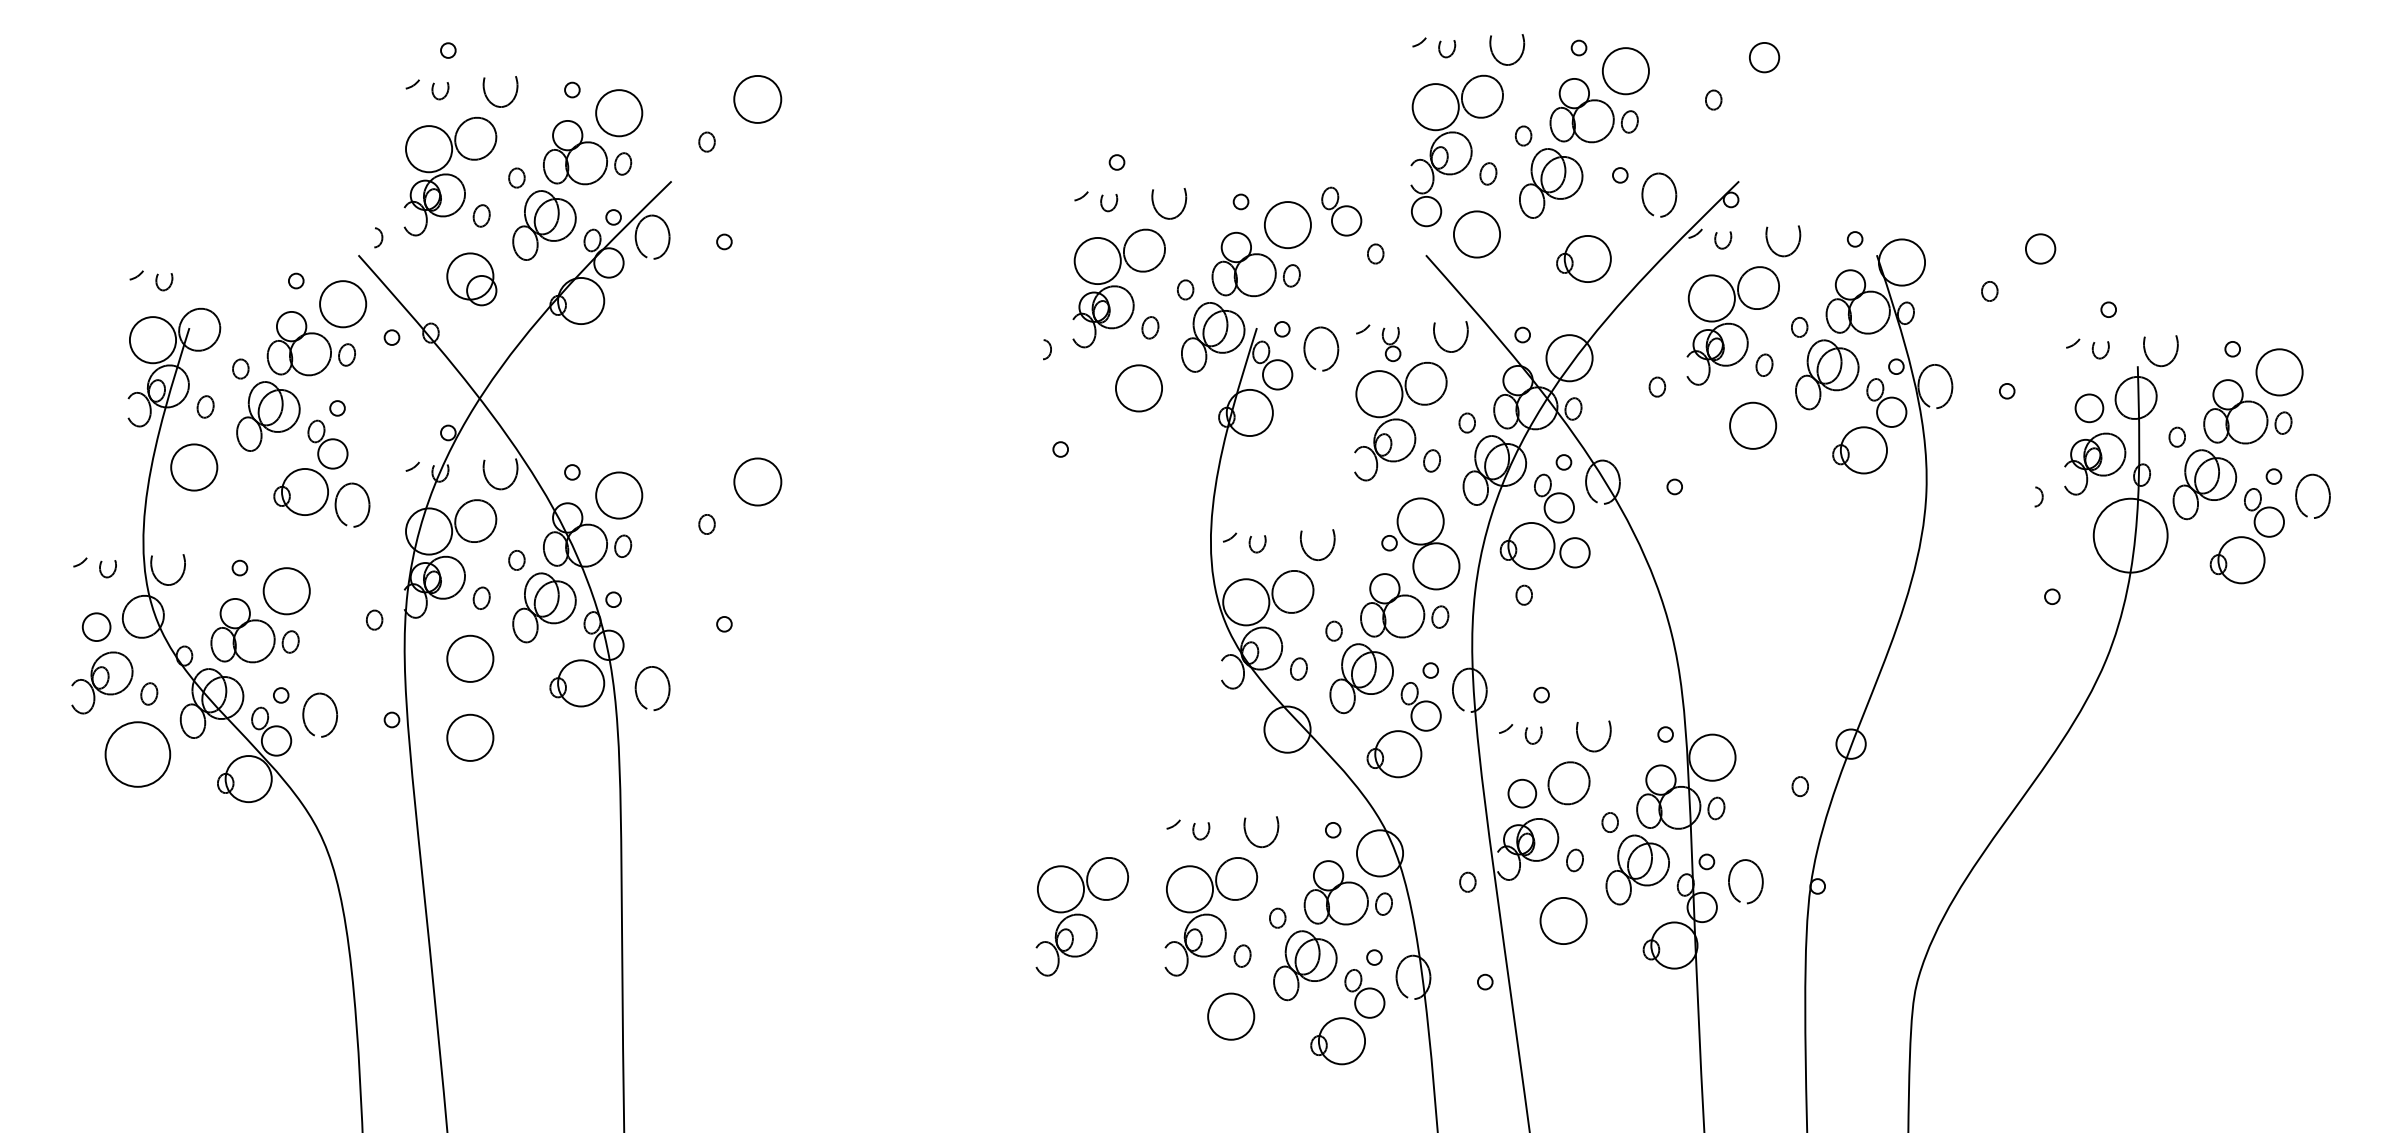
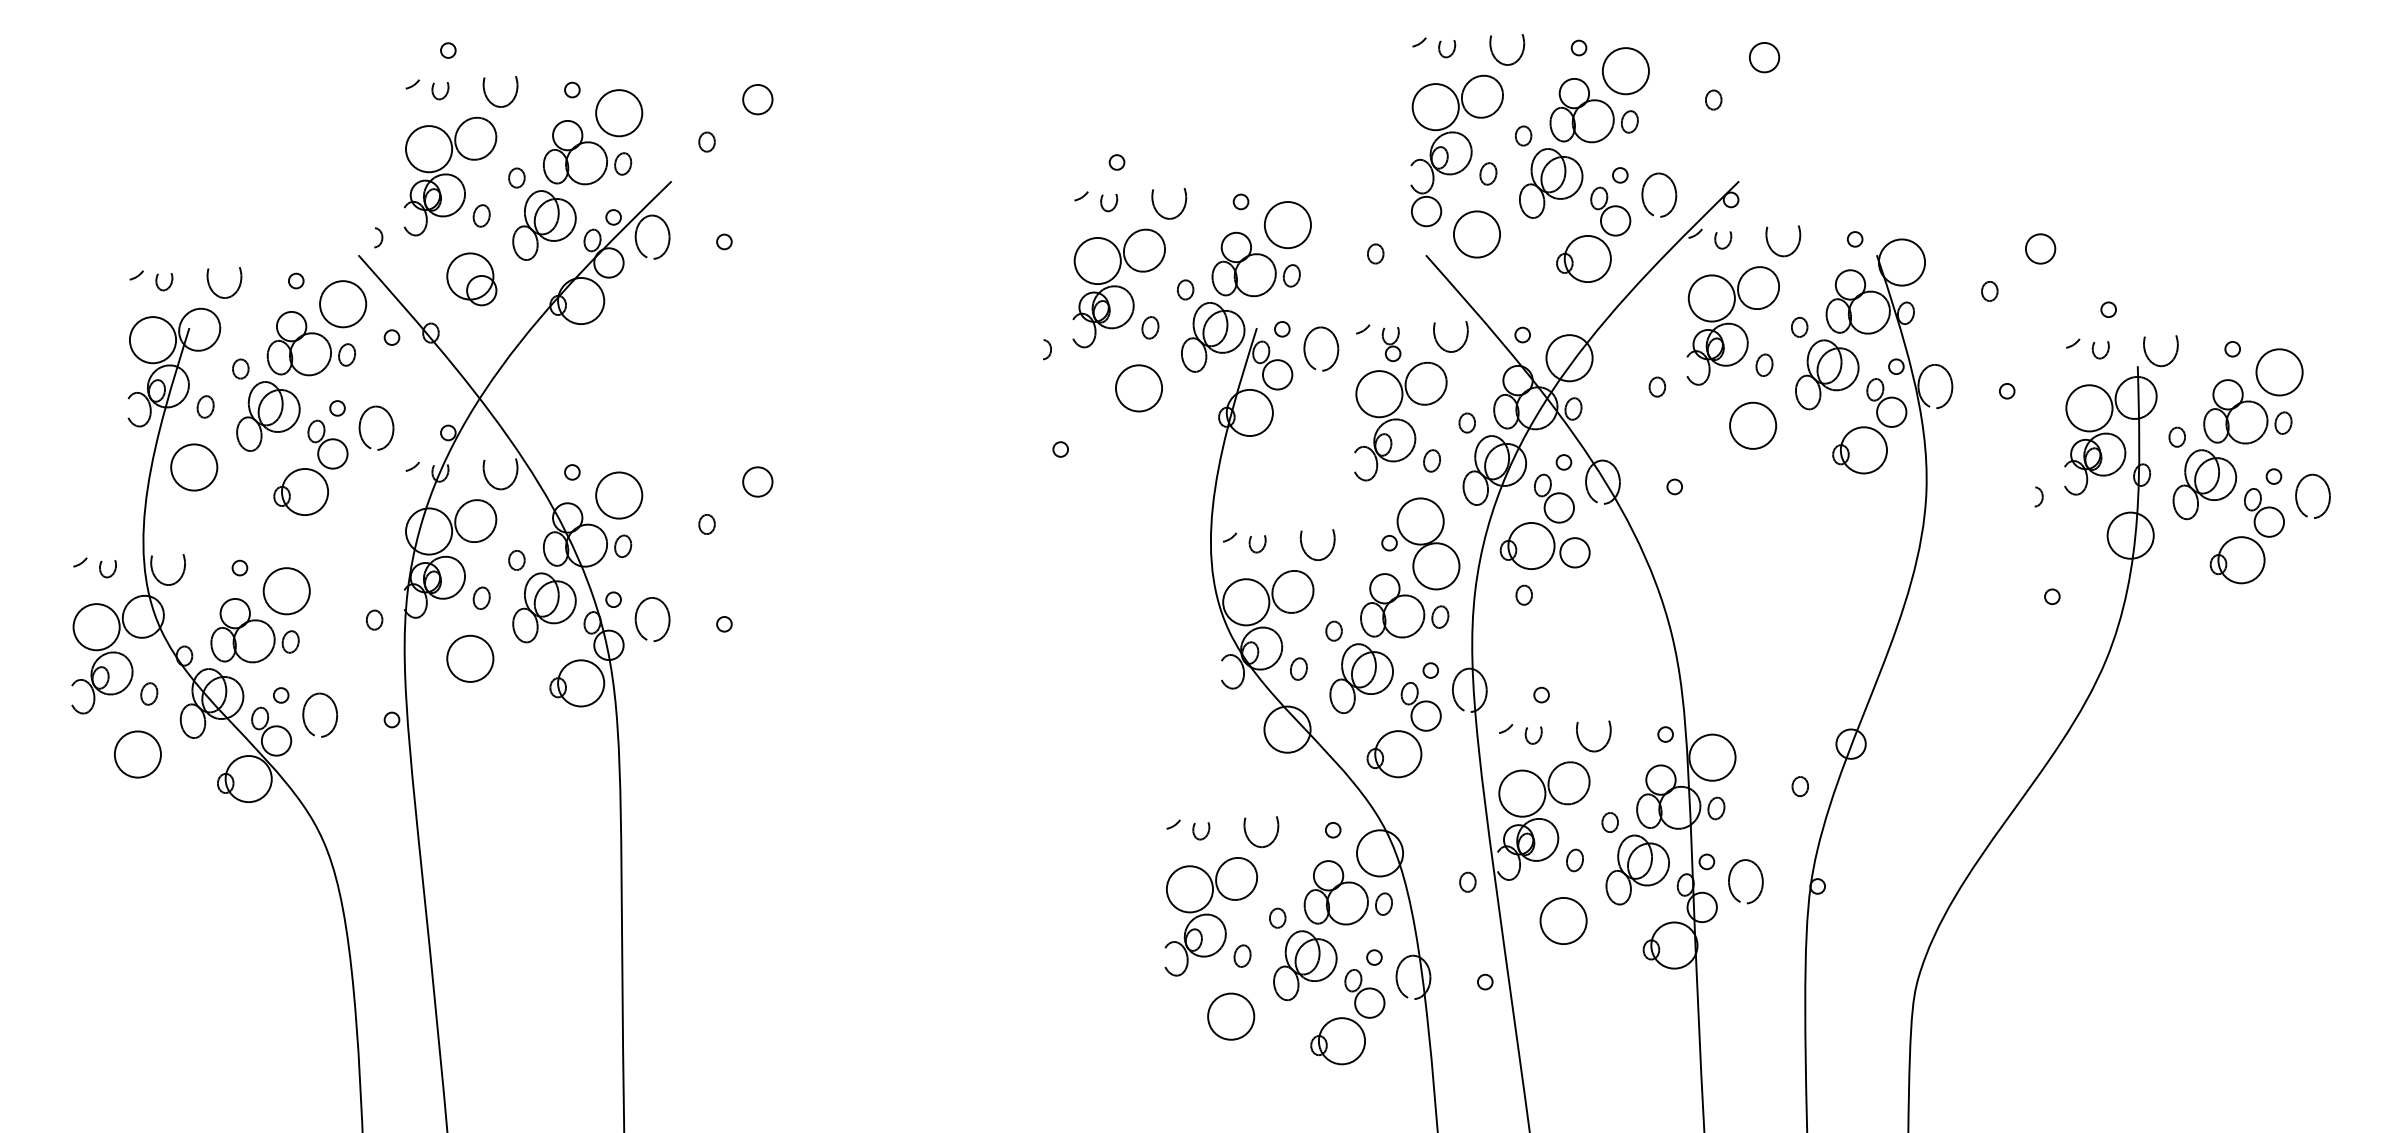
circle at (757, 99) size: 50x49 px -> 32x32 px
part at (1341, 211) position: (1341, 211) -> (1610, 211)
part at (213, 290): none -> present
circle at (2089, 408) diameter: 28 px -> 46 px
circle at (757, 481) diameter: 47 px -> 29 px
part at (367, 499) position: (367, 499) -> (391, 422)
circle at (2130, 535) diameter: 74 px -> 46 px
circle at (96, 627) diameter: 28 px -> 46 px
part at (637, 693) position: (637, 693) -> (637, 624)
circle at (470, 737): present -> none
circle at (137, 754) diameter: 65 px -> 46 px
circle at (1522, 793) diameter: 28 px -> 46 px
part at (1082, 916): present -> none
